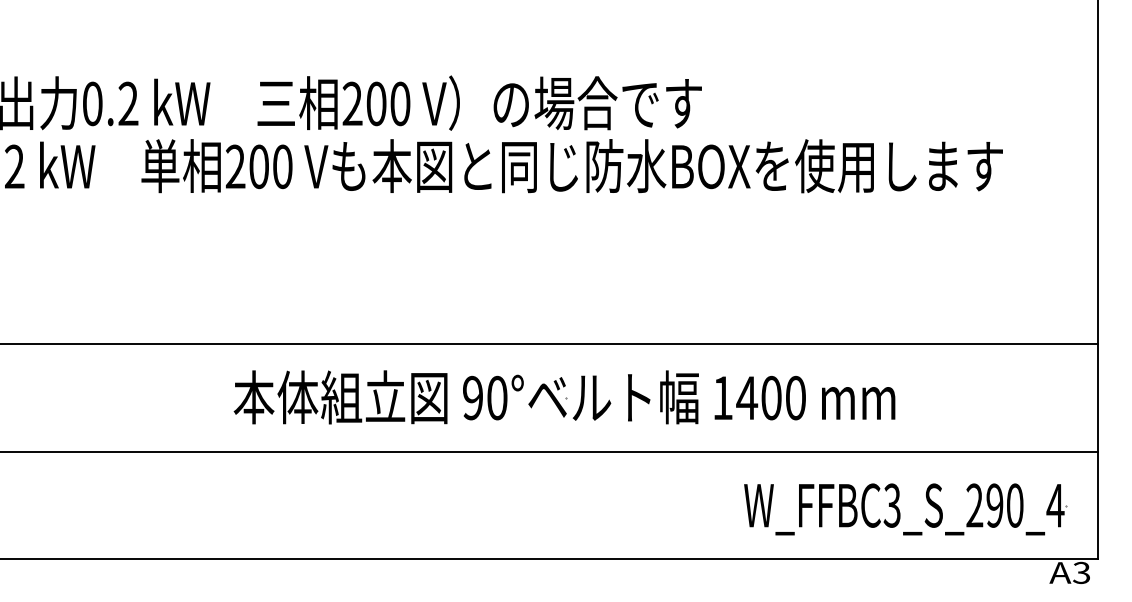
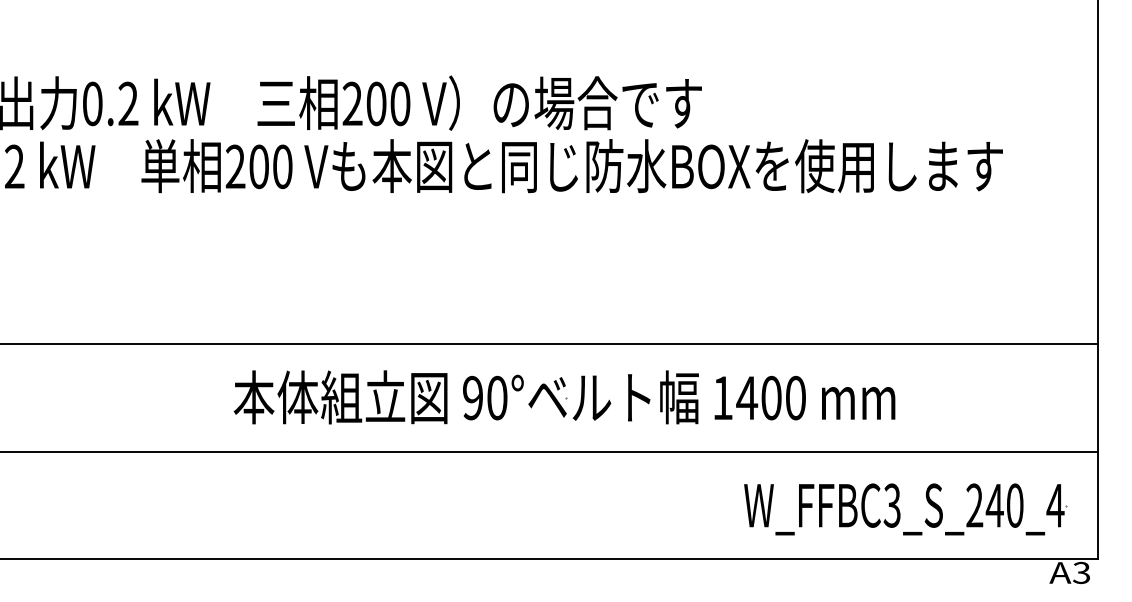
text at (994, 505): W_FFBC3_S_290_4 -> W_FFBC3_S_240_4
